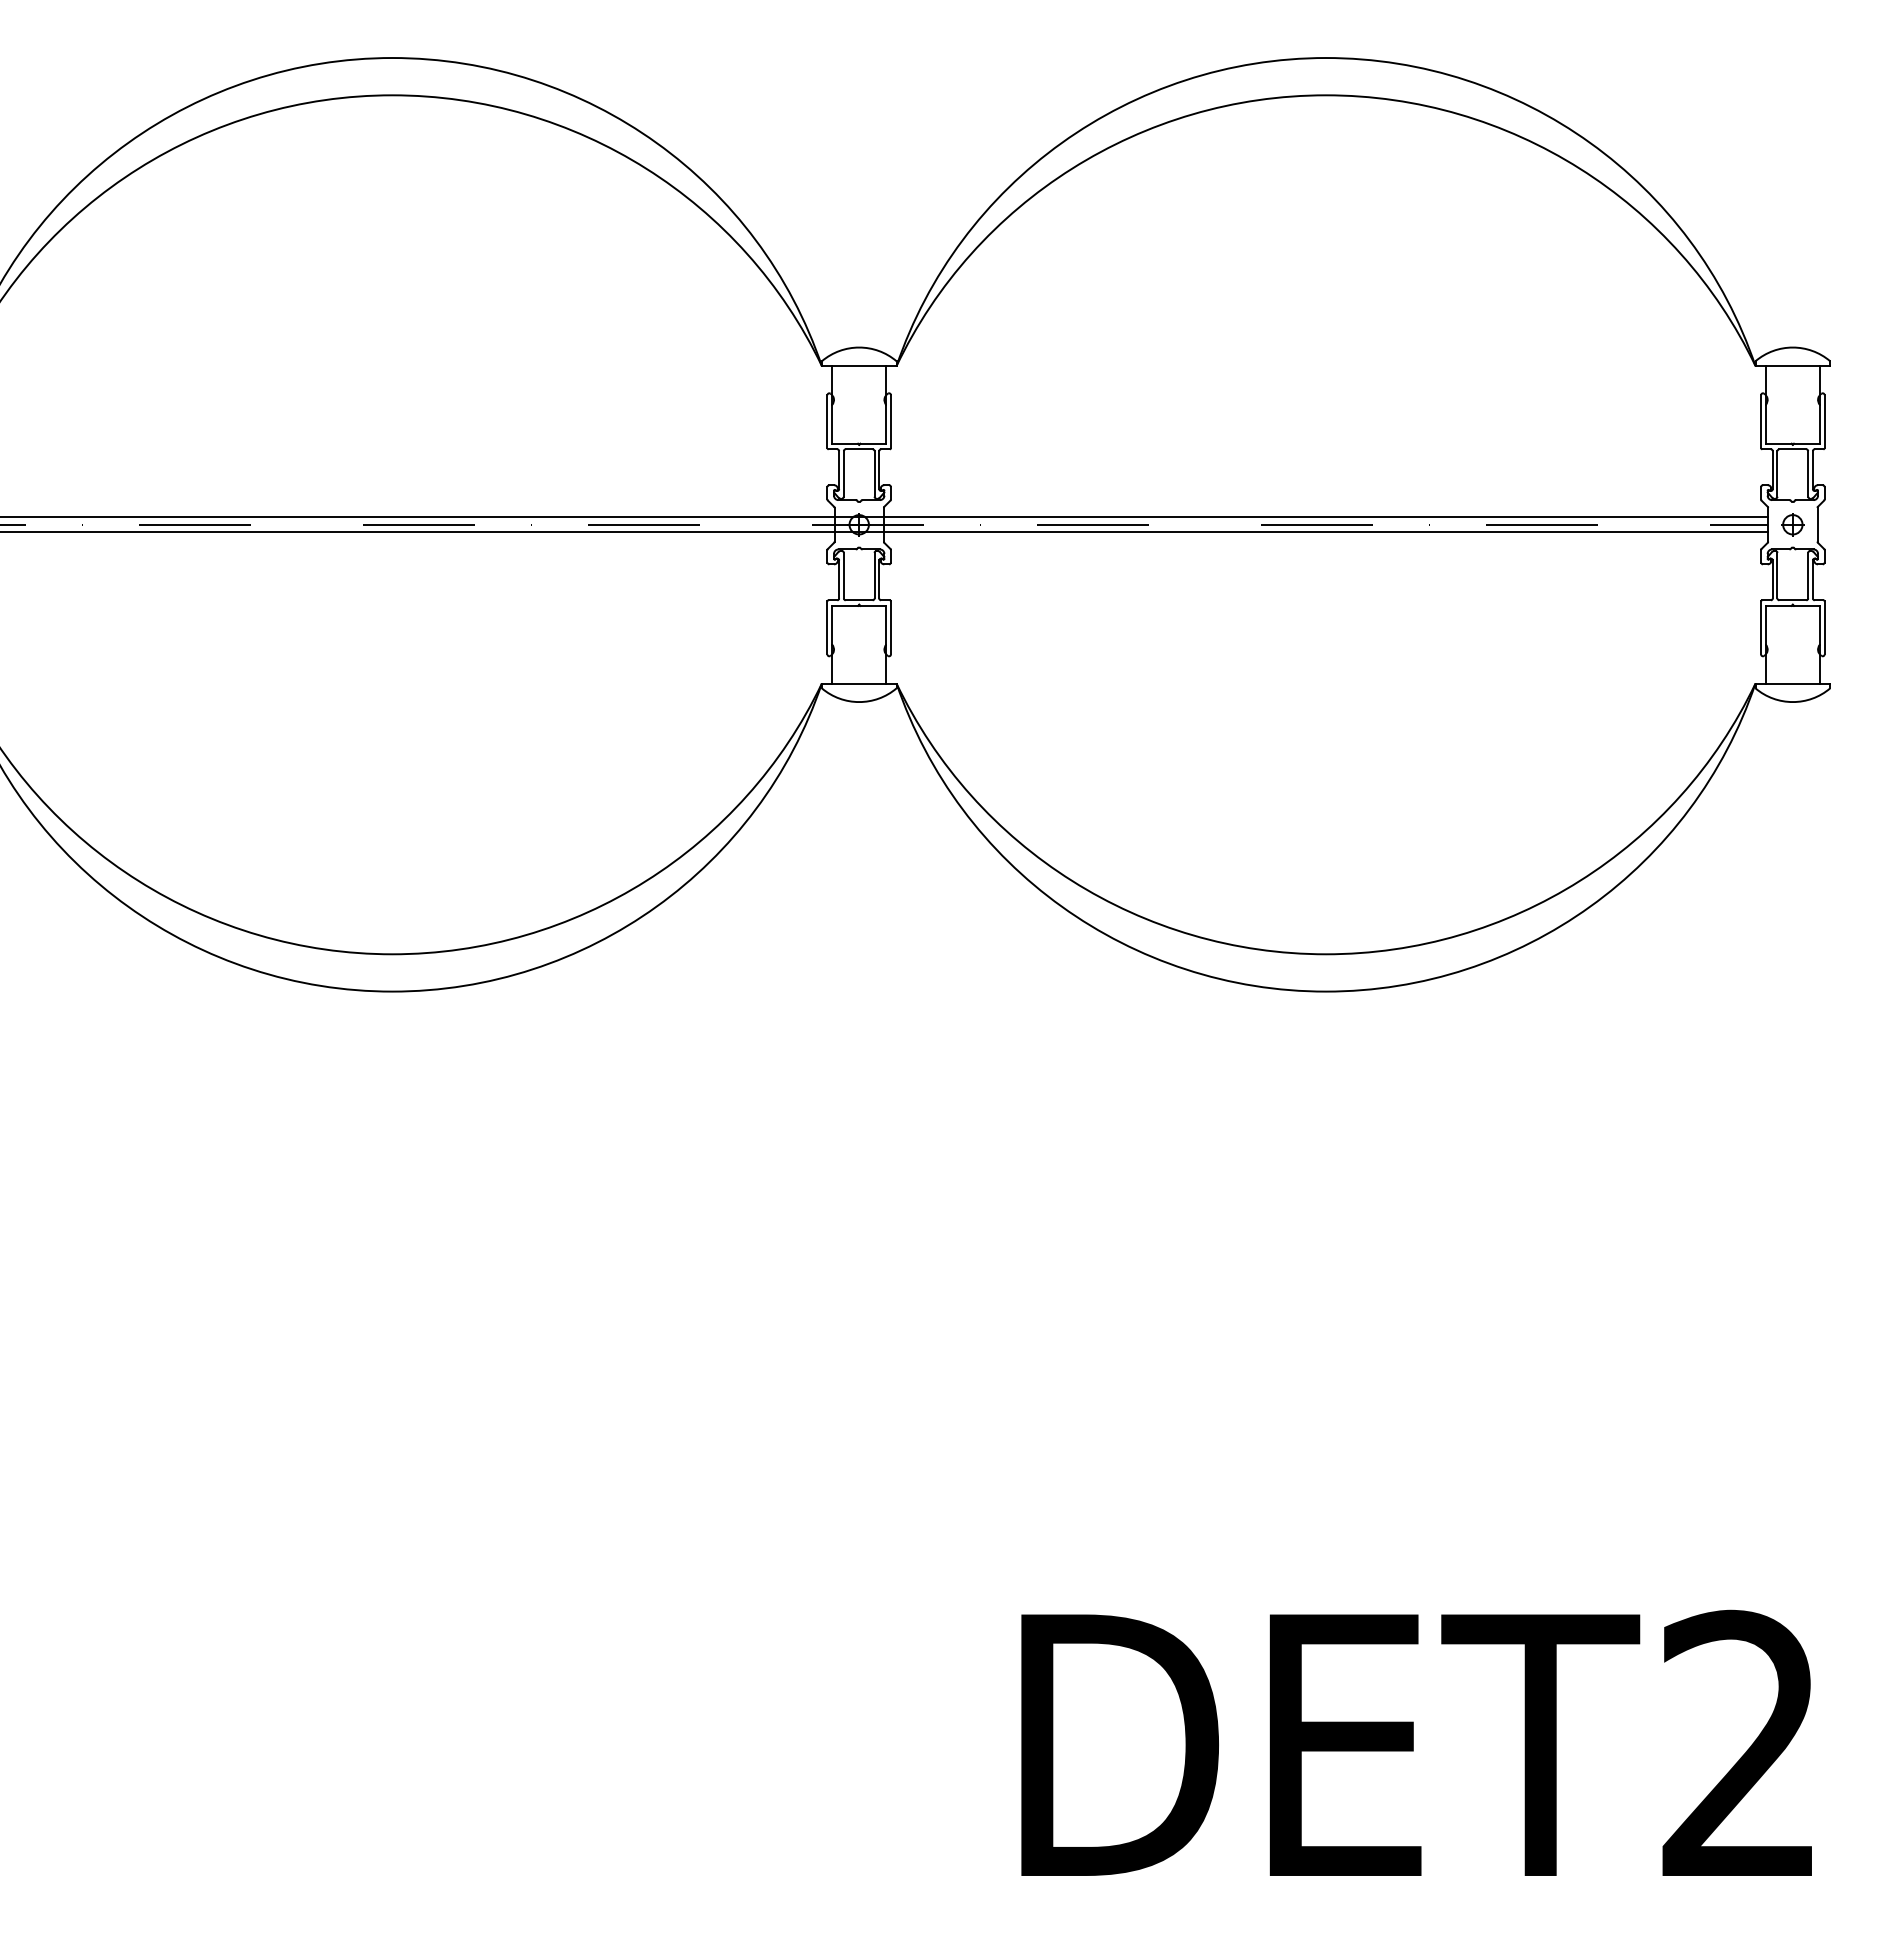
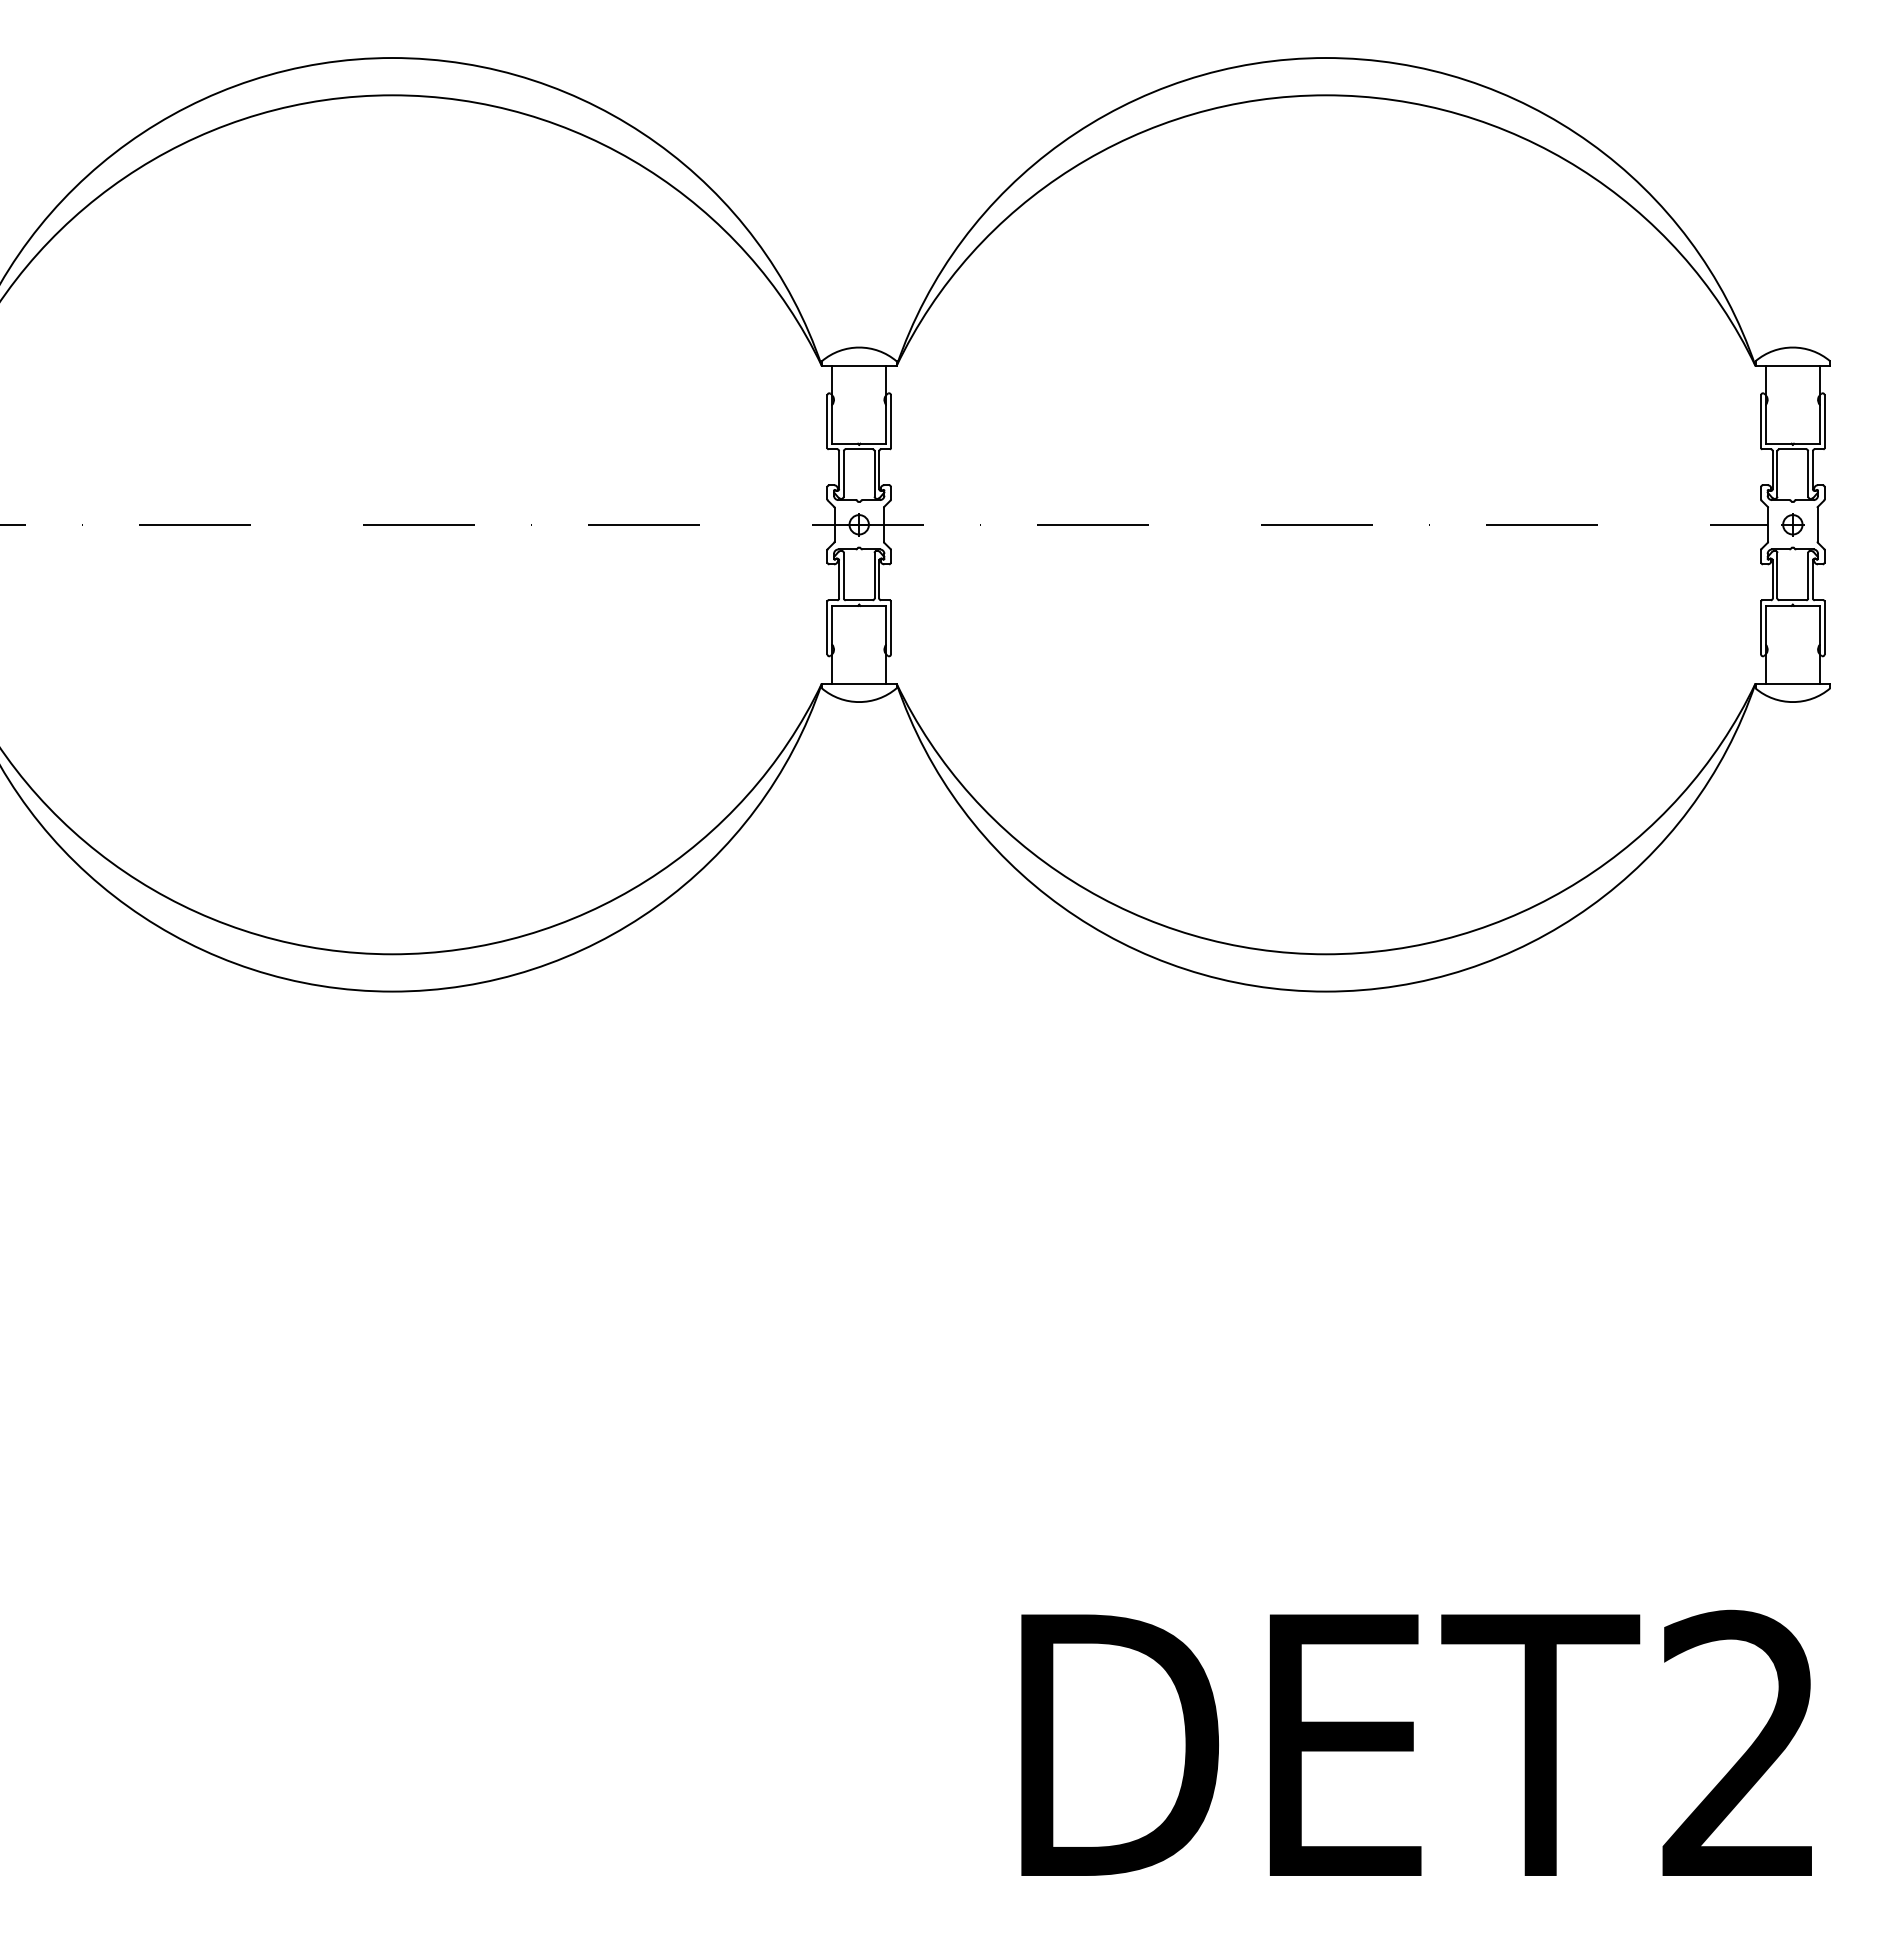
line at (885, 517): present -> none
line at (885, 532): present -> none
